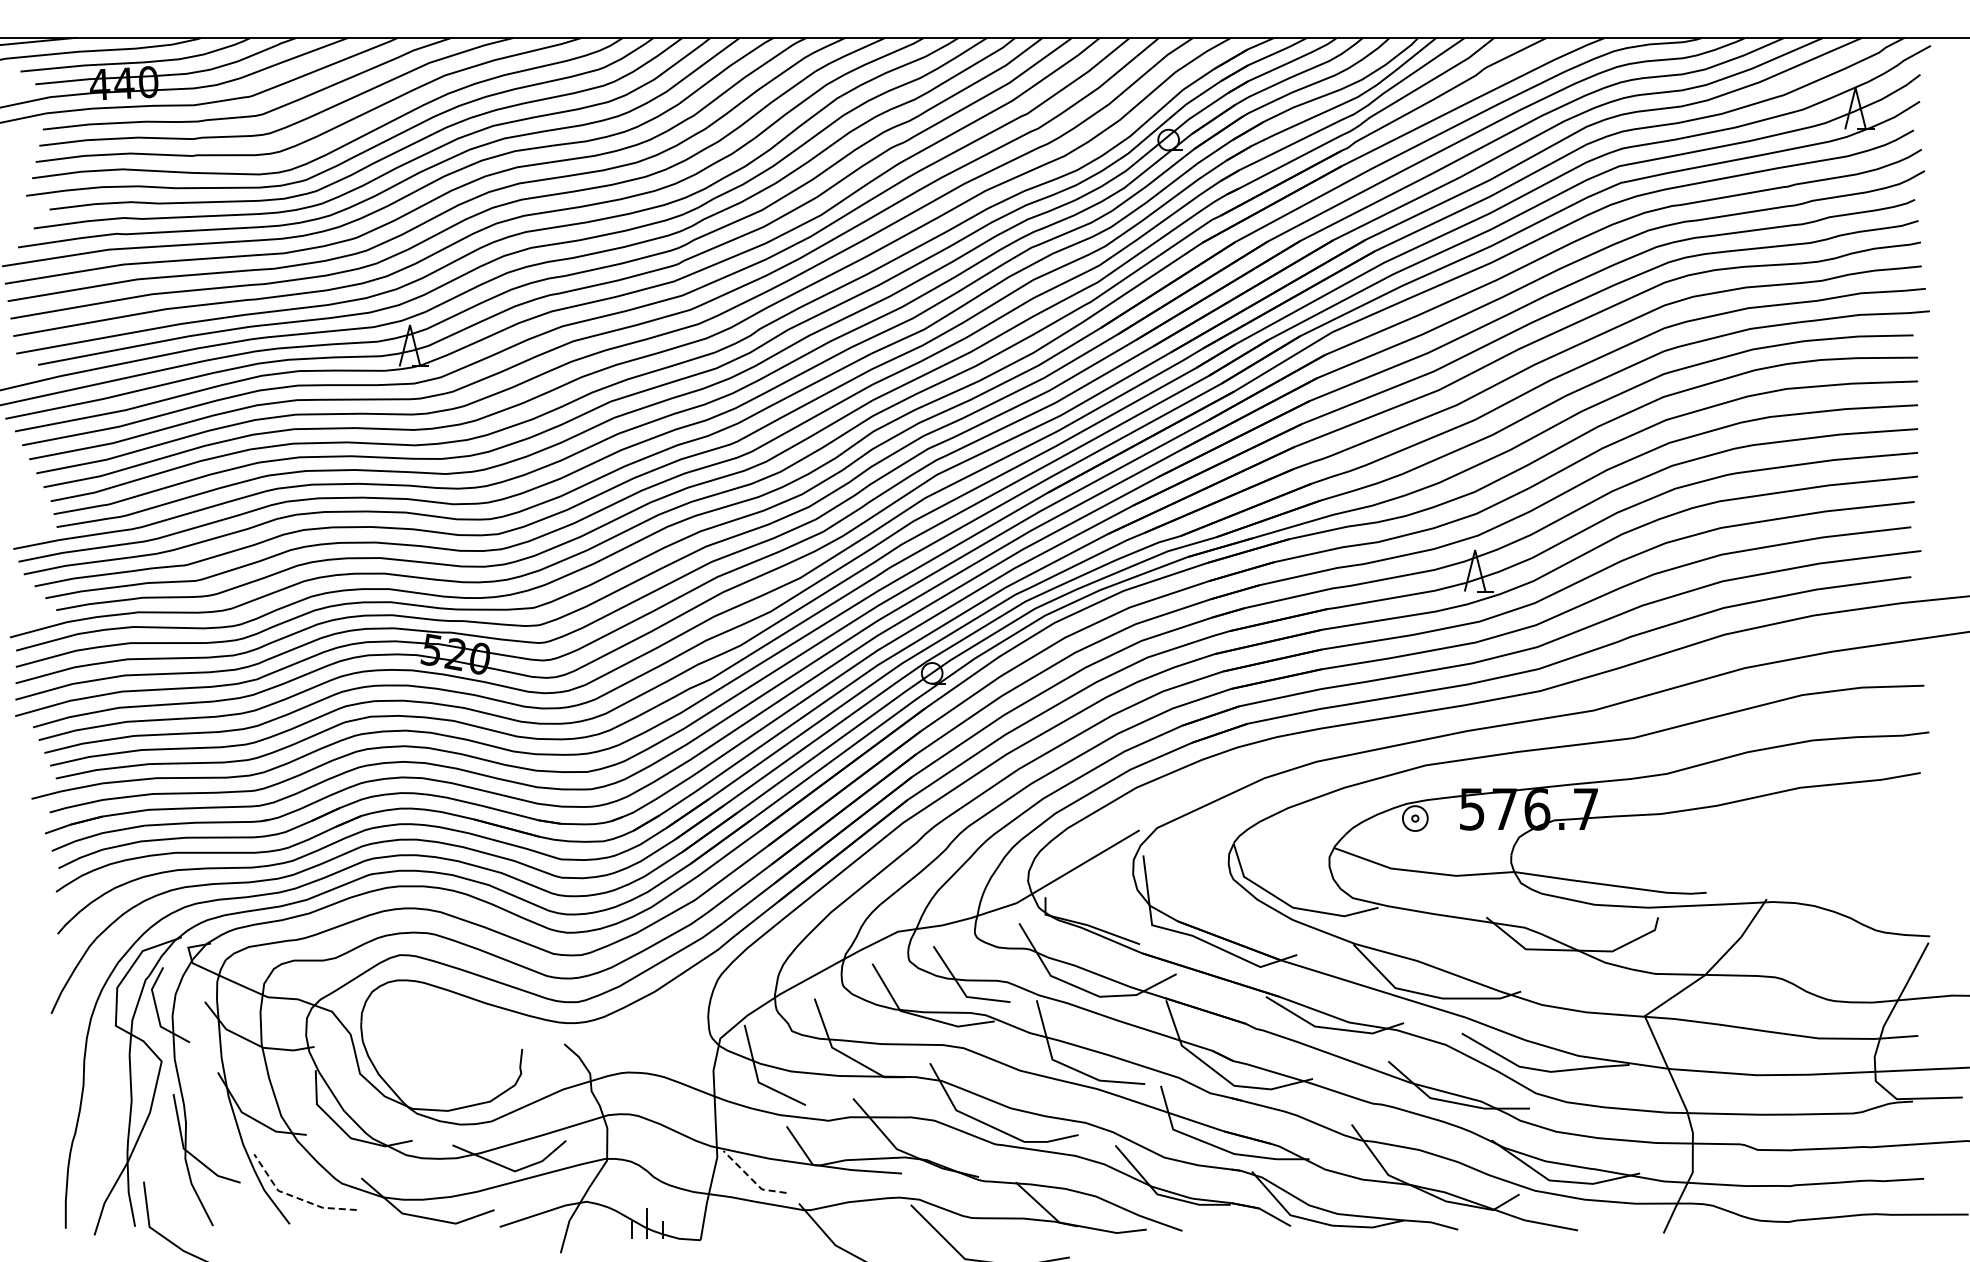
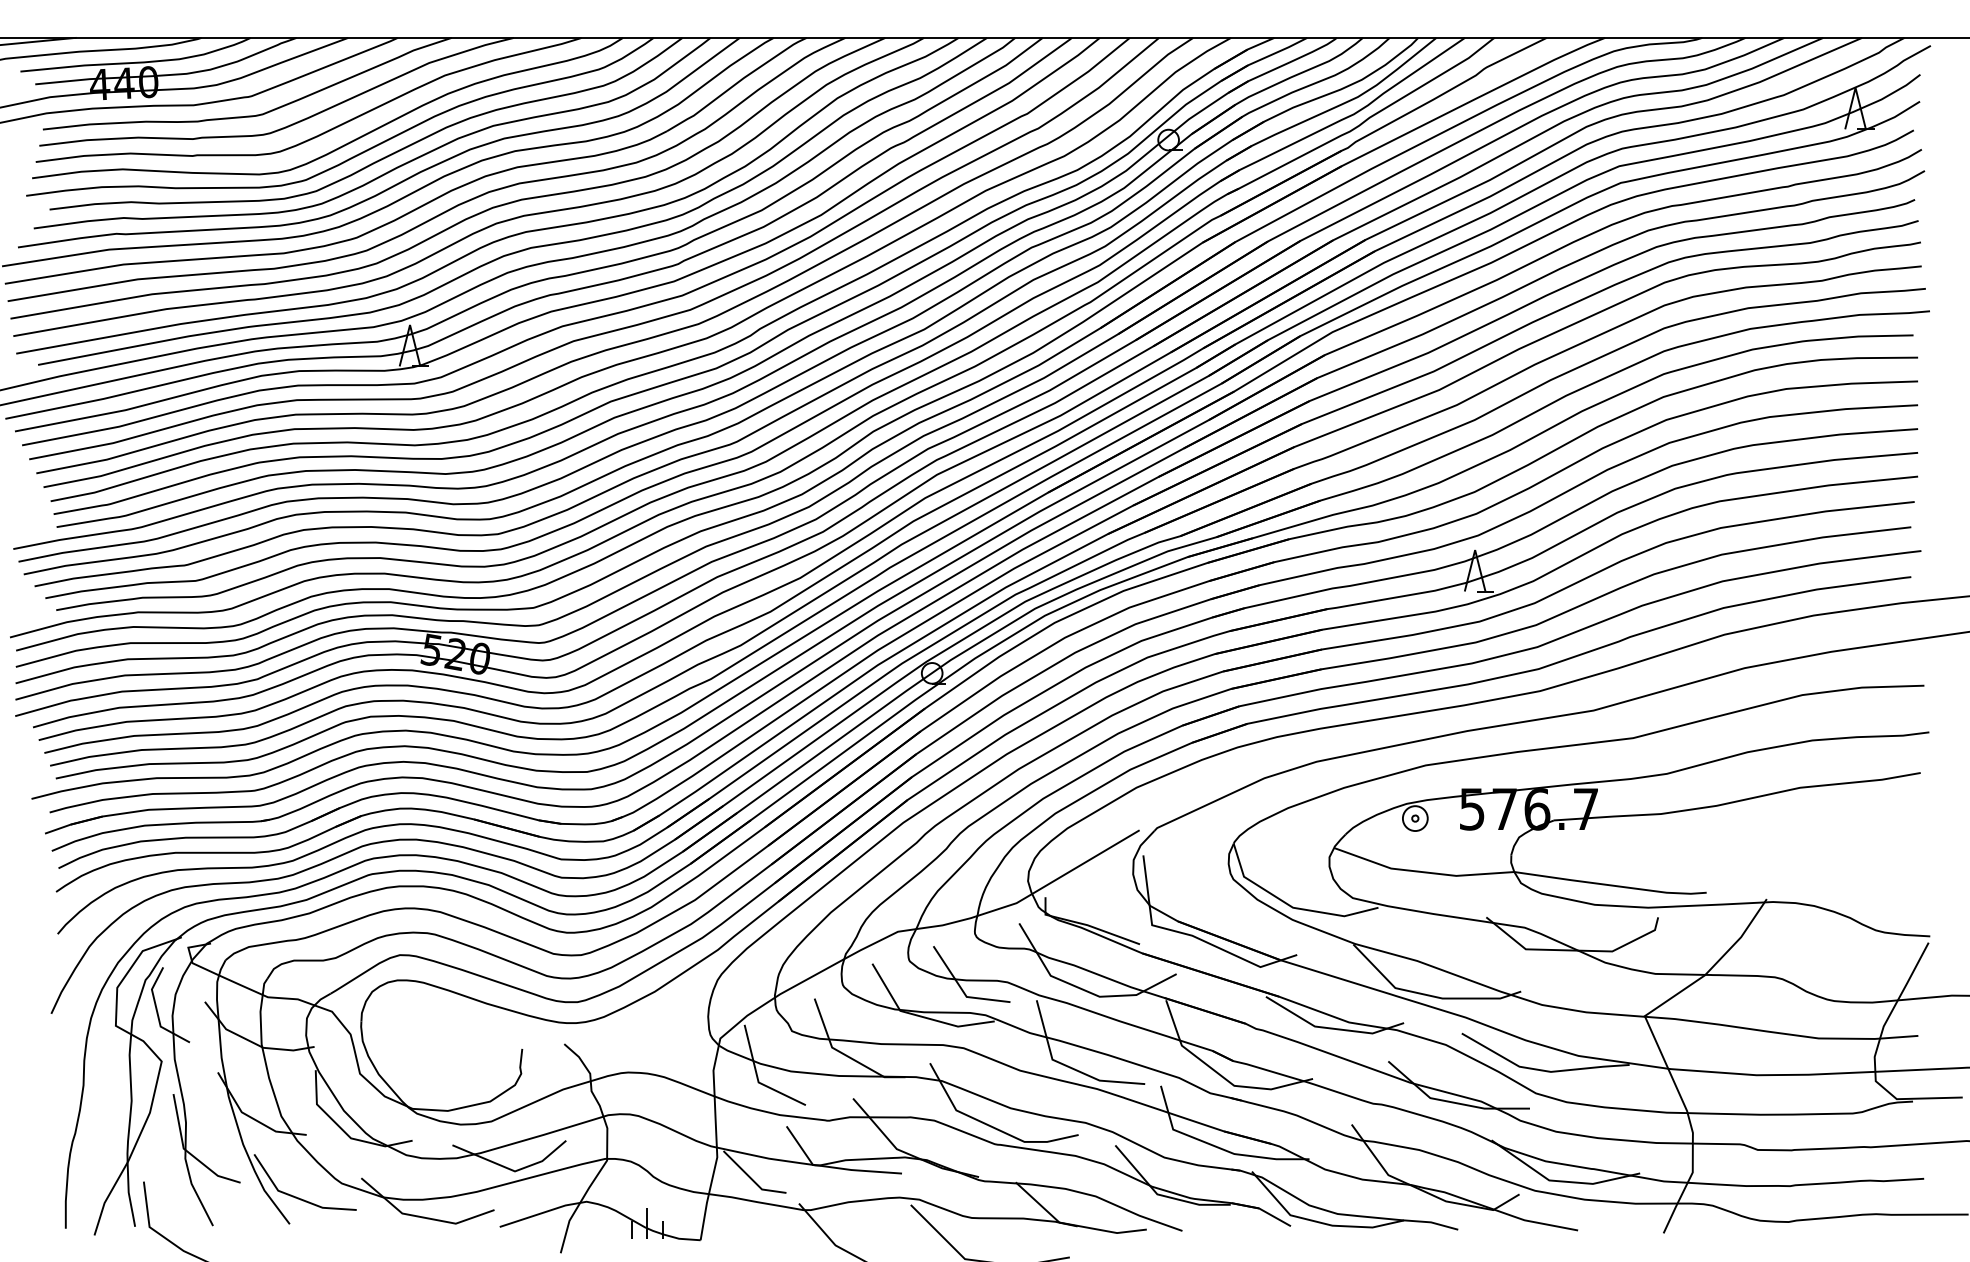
line at (751, 1178): dashed -> solid
line at (295, 1197): dashed -> solid
